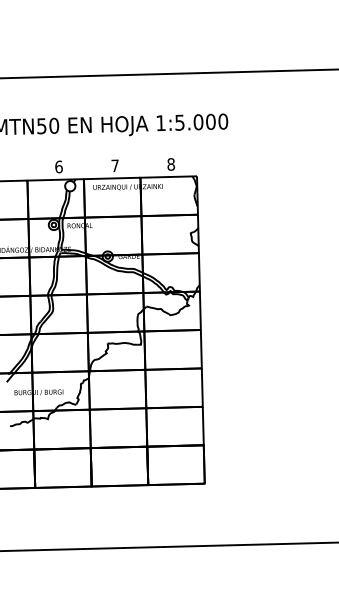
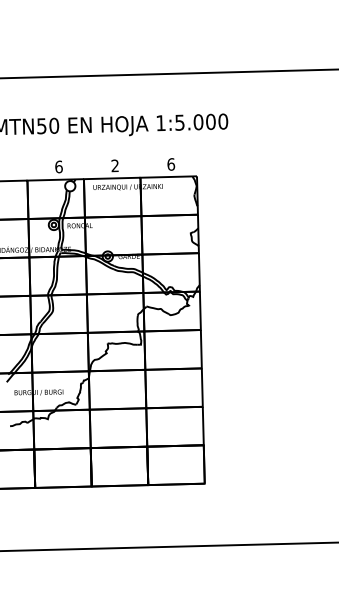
text at (171, 164): 8 -> 6
text at (114, 165): 7 -> 2
